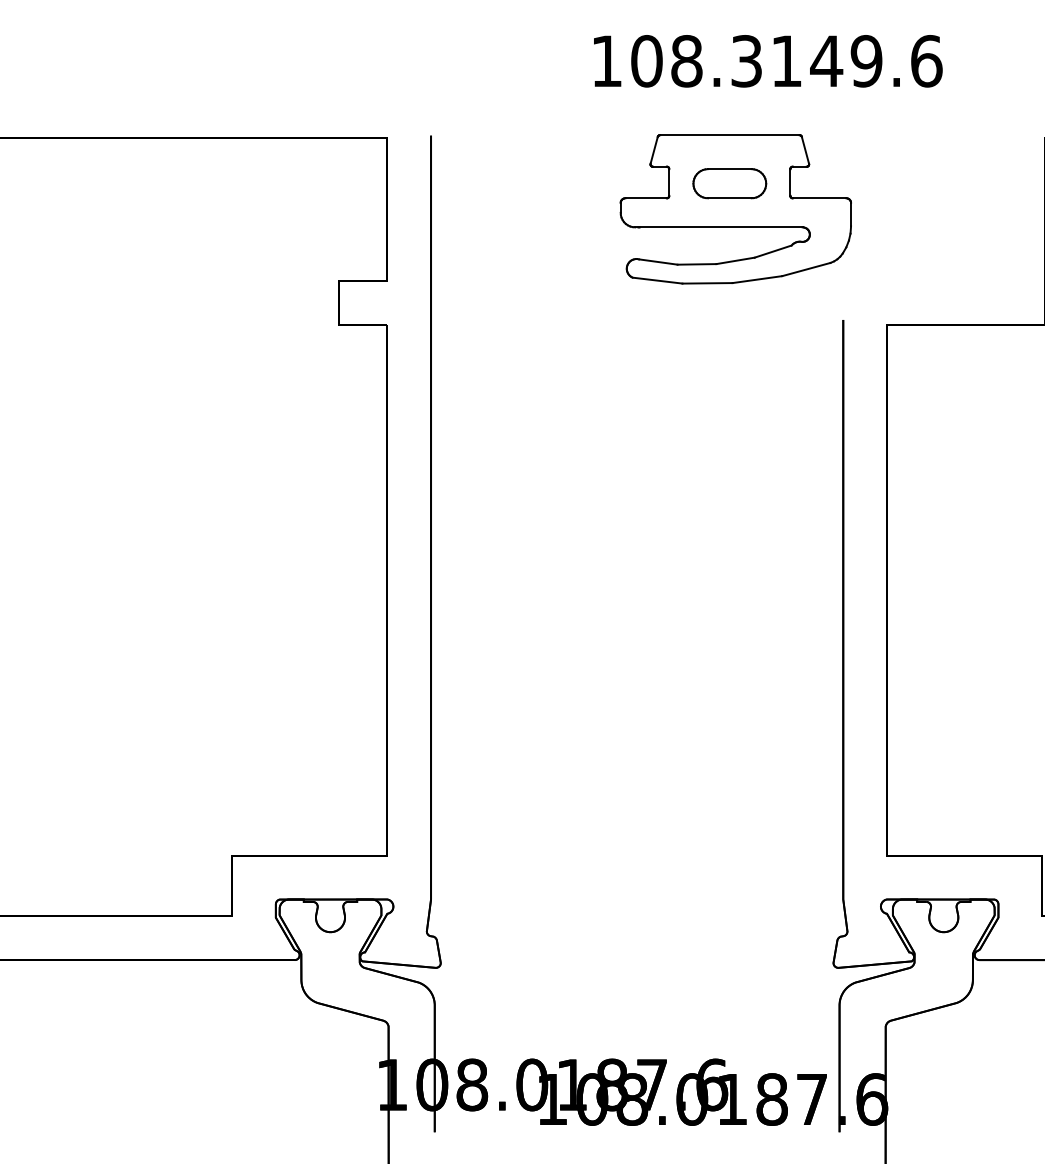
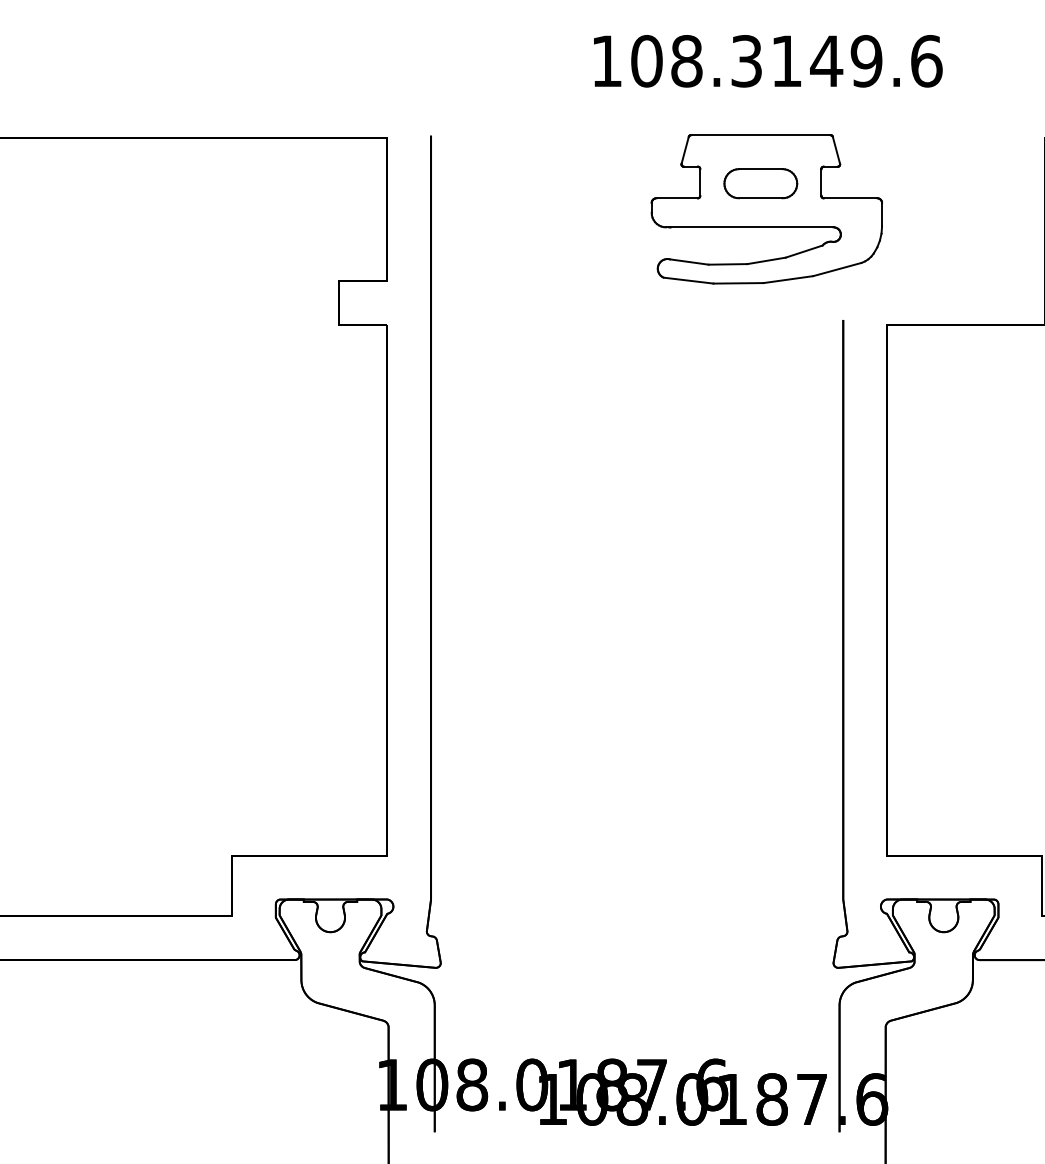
part at (735, 209) position: (735, 209) -> (766, 209)
